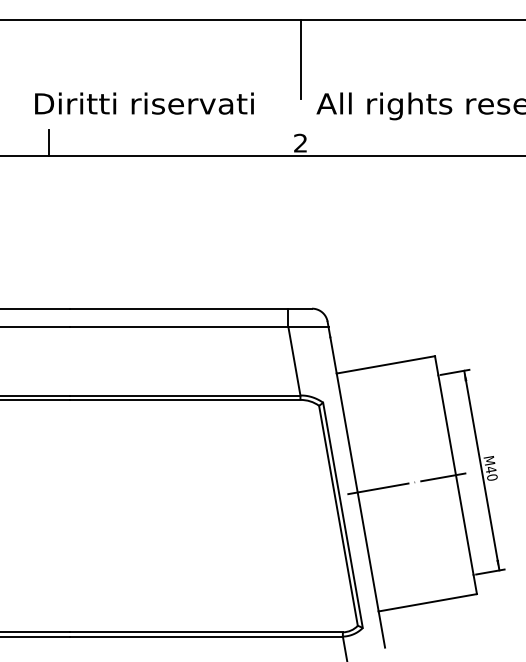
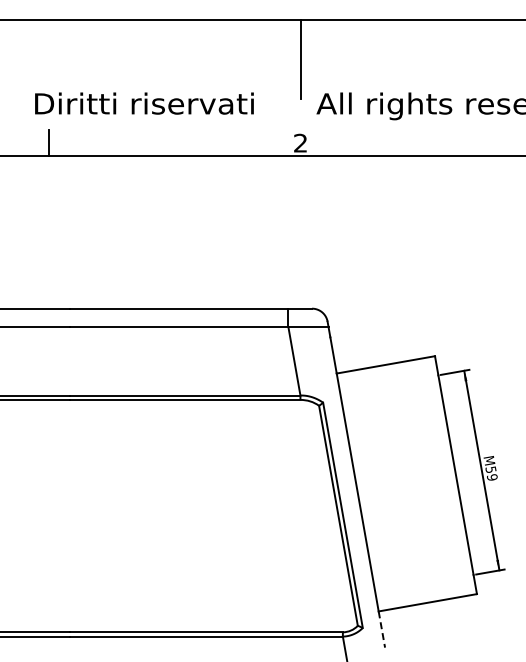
text at (491, 473): M40 -> M59
line at (406, 483): present -> none
line at (381, 630): solid -> dashed
